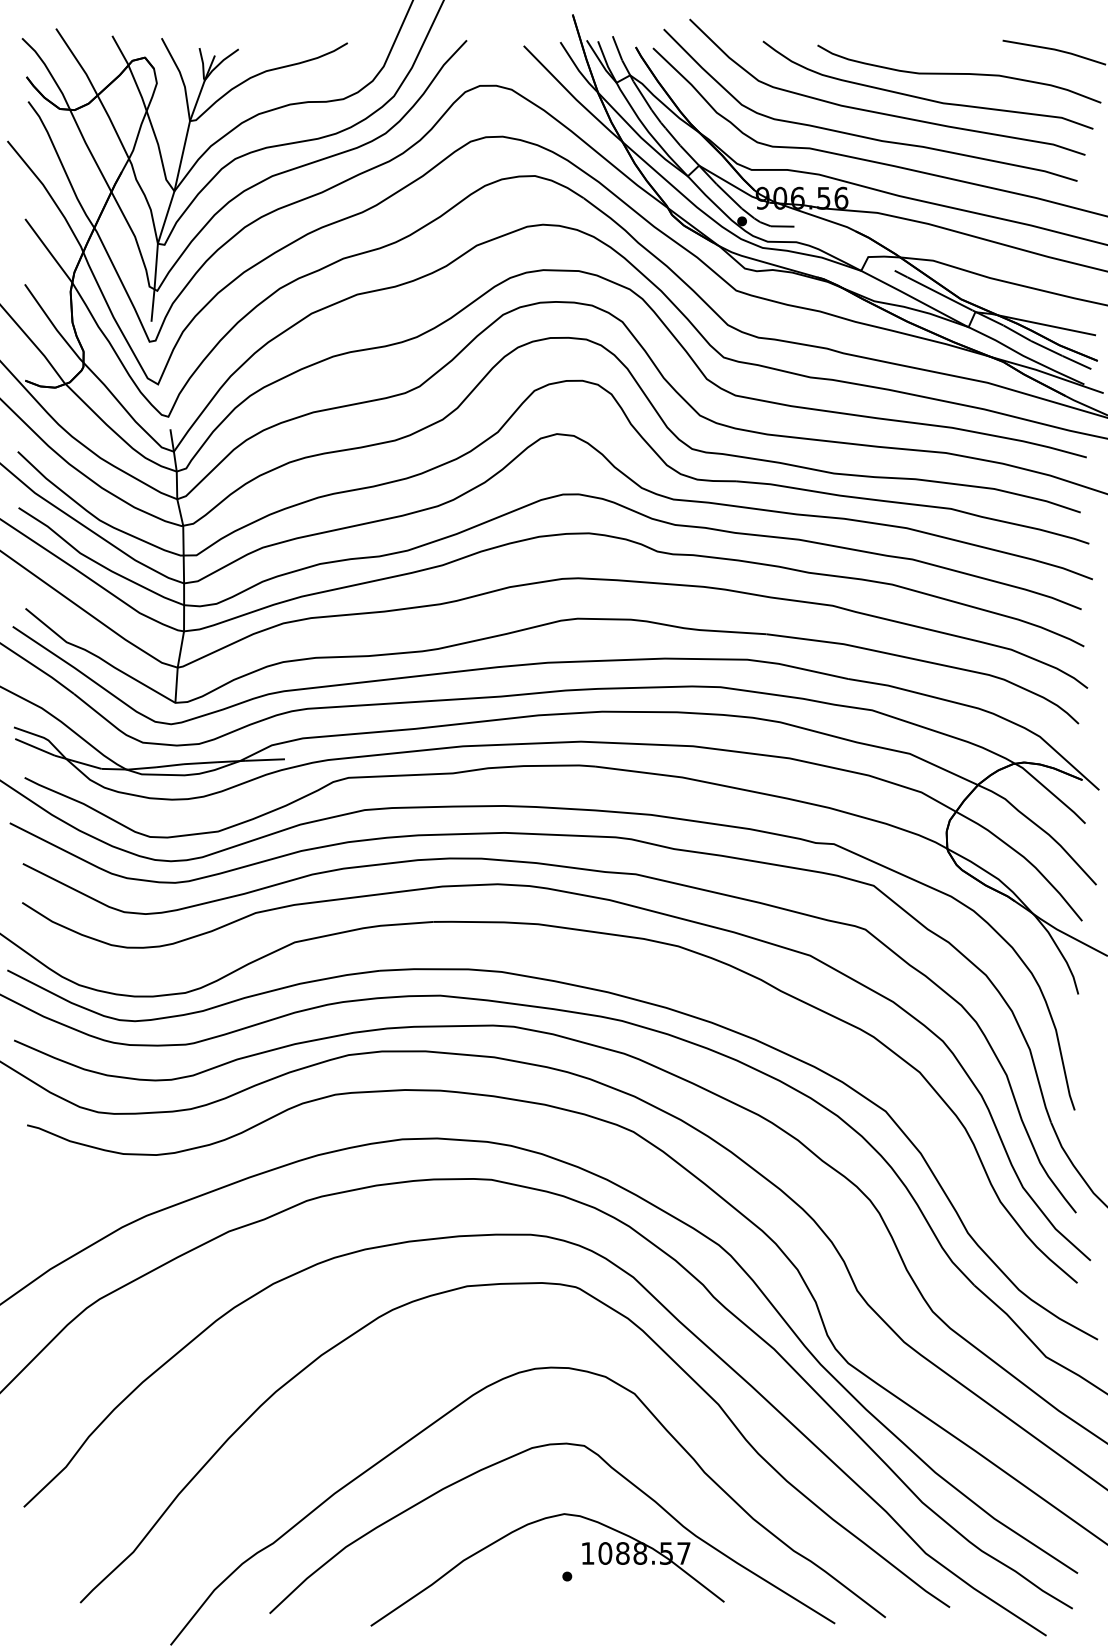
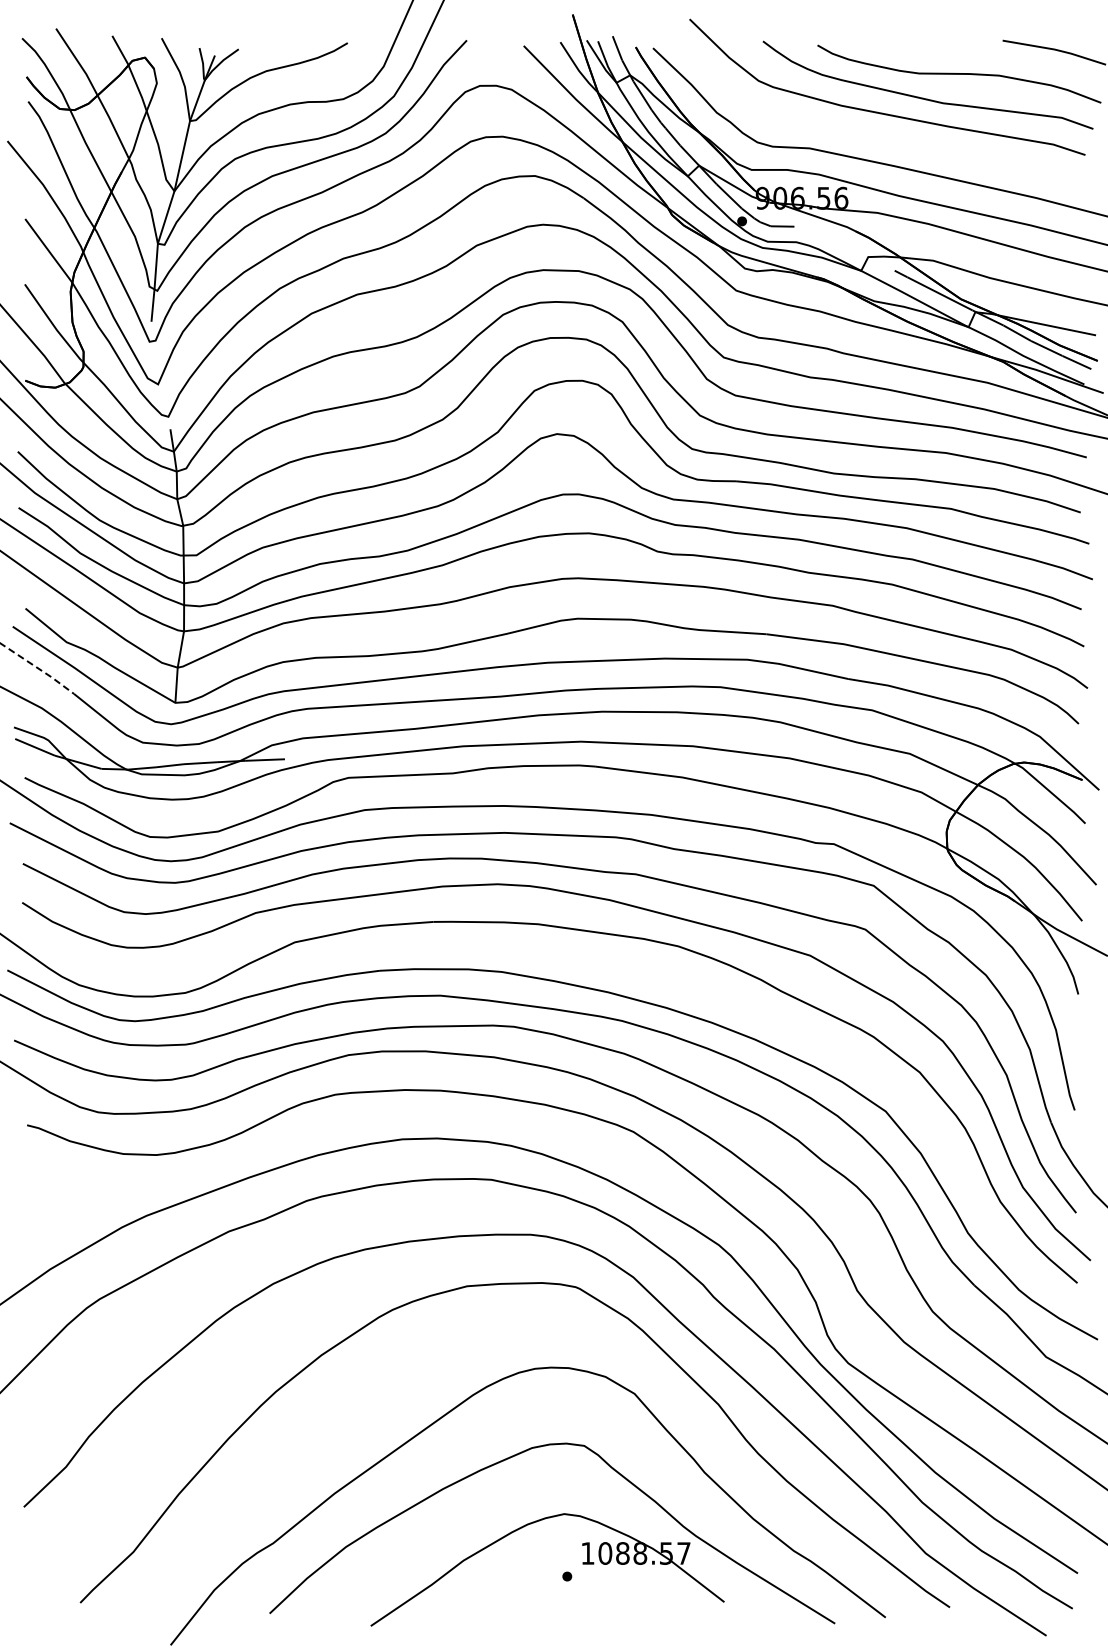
curve at (862, 135): present -> none
line at (38, 668): solid -> dashed
